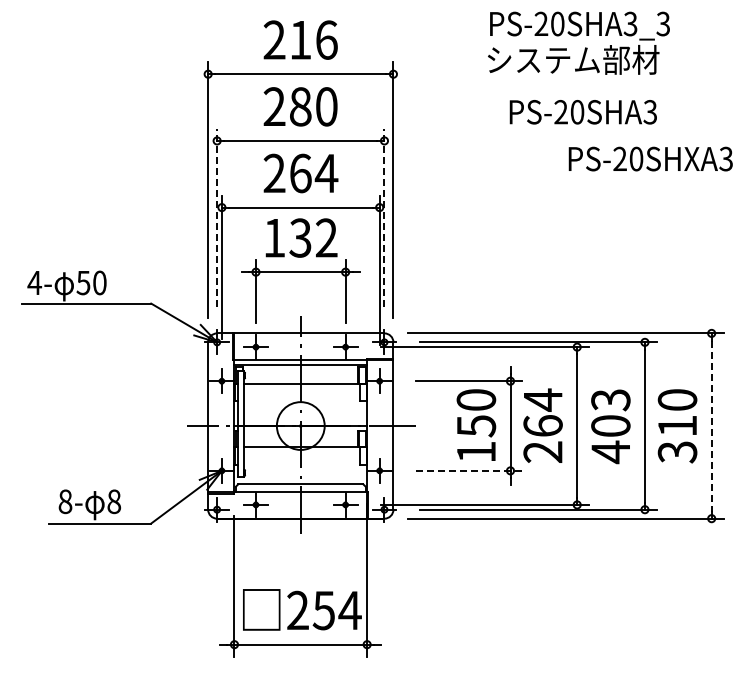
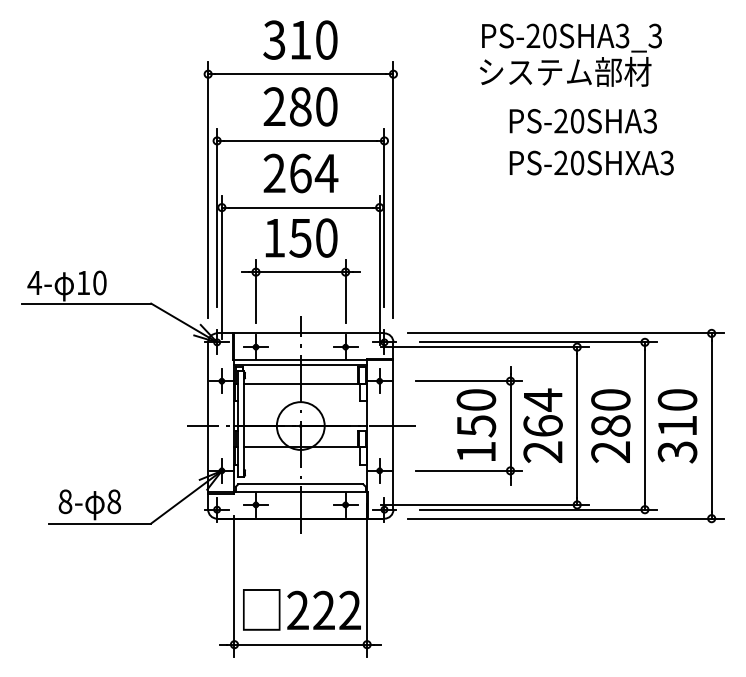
text at (300, 39): 216 -> 310
text at (578, 42) position: (578, 42) -> (570, 54)
text at (582, 112) position: (582, 112) -> (582, 121)
text at (650, 158) position: (650, 158) -> (591, 162)
line at (217, 217): dashed -> solid
line at (384, 217): dashed -> solid
text at (313, 237): 132 -> 150
text at (83, 283): 50 -> 10
text at (610, 426): 403 -> 280
line at (711, 426): dashed -> solid
line at (469, 470): dashed -> solid
text at (336, 610): 254 -> 222
